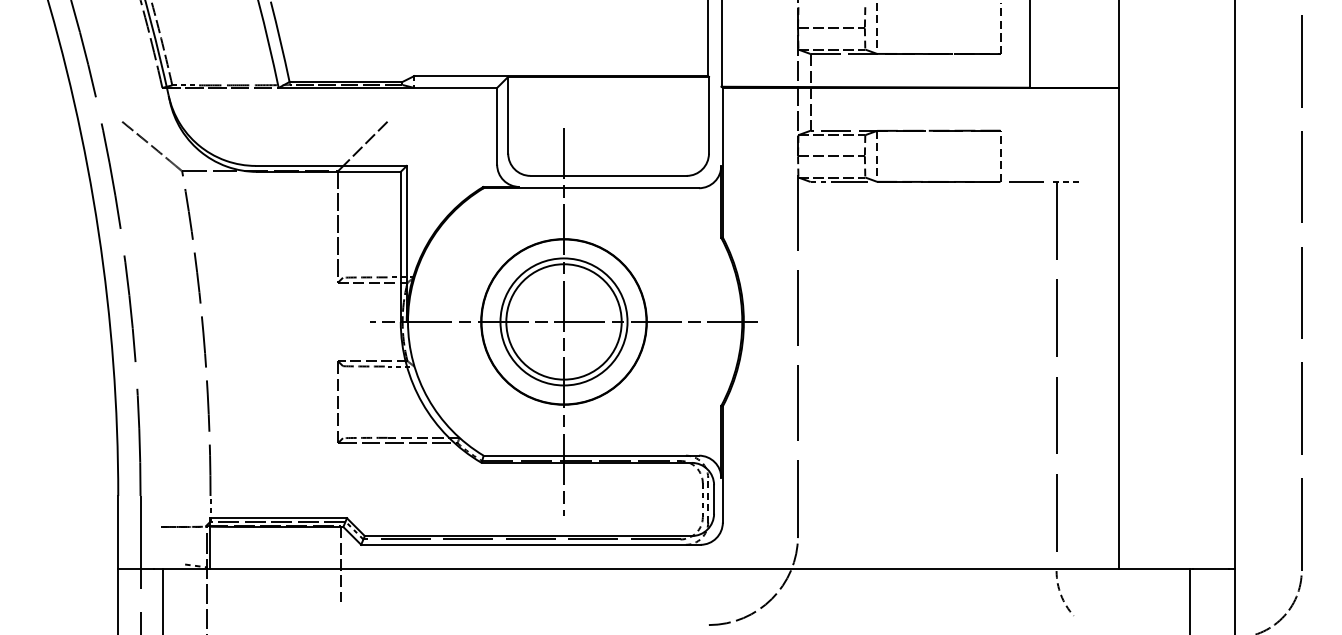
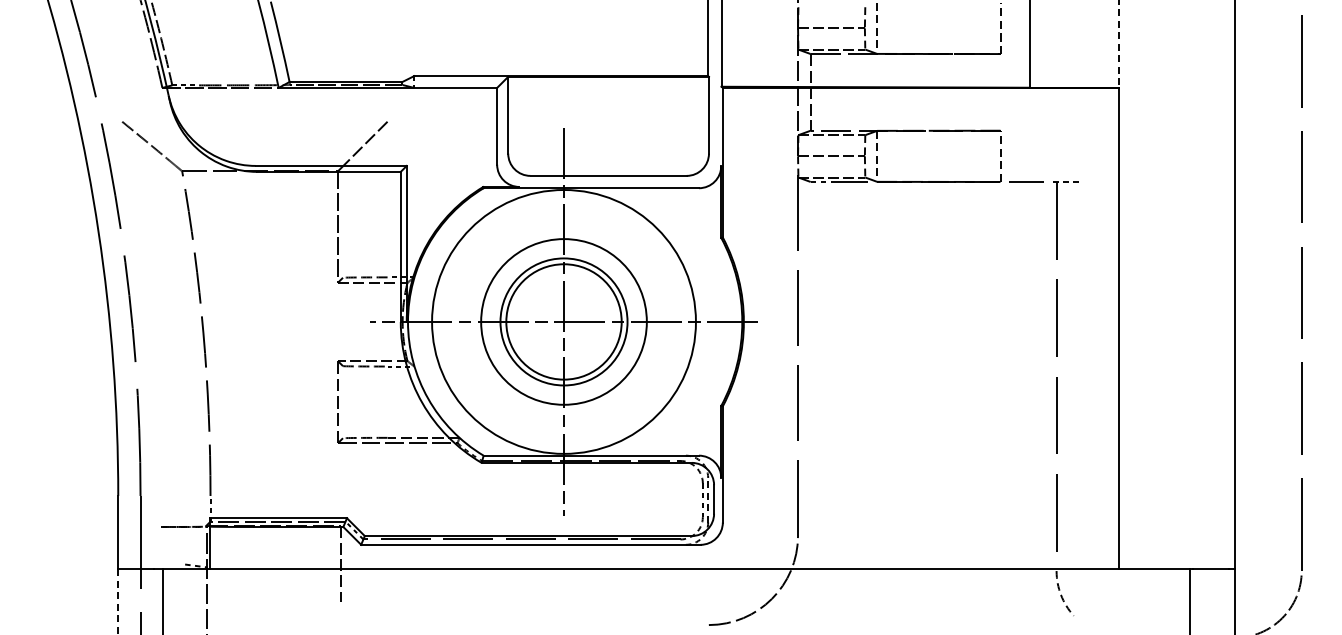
line at (1118, 44): solid -> dashed
circle at (563, 321) diameter: 165 px -> 264 px
line at (118, 602): solid -> dashed
